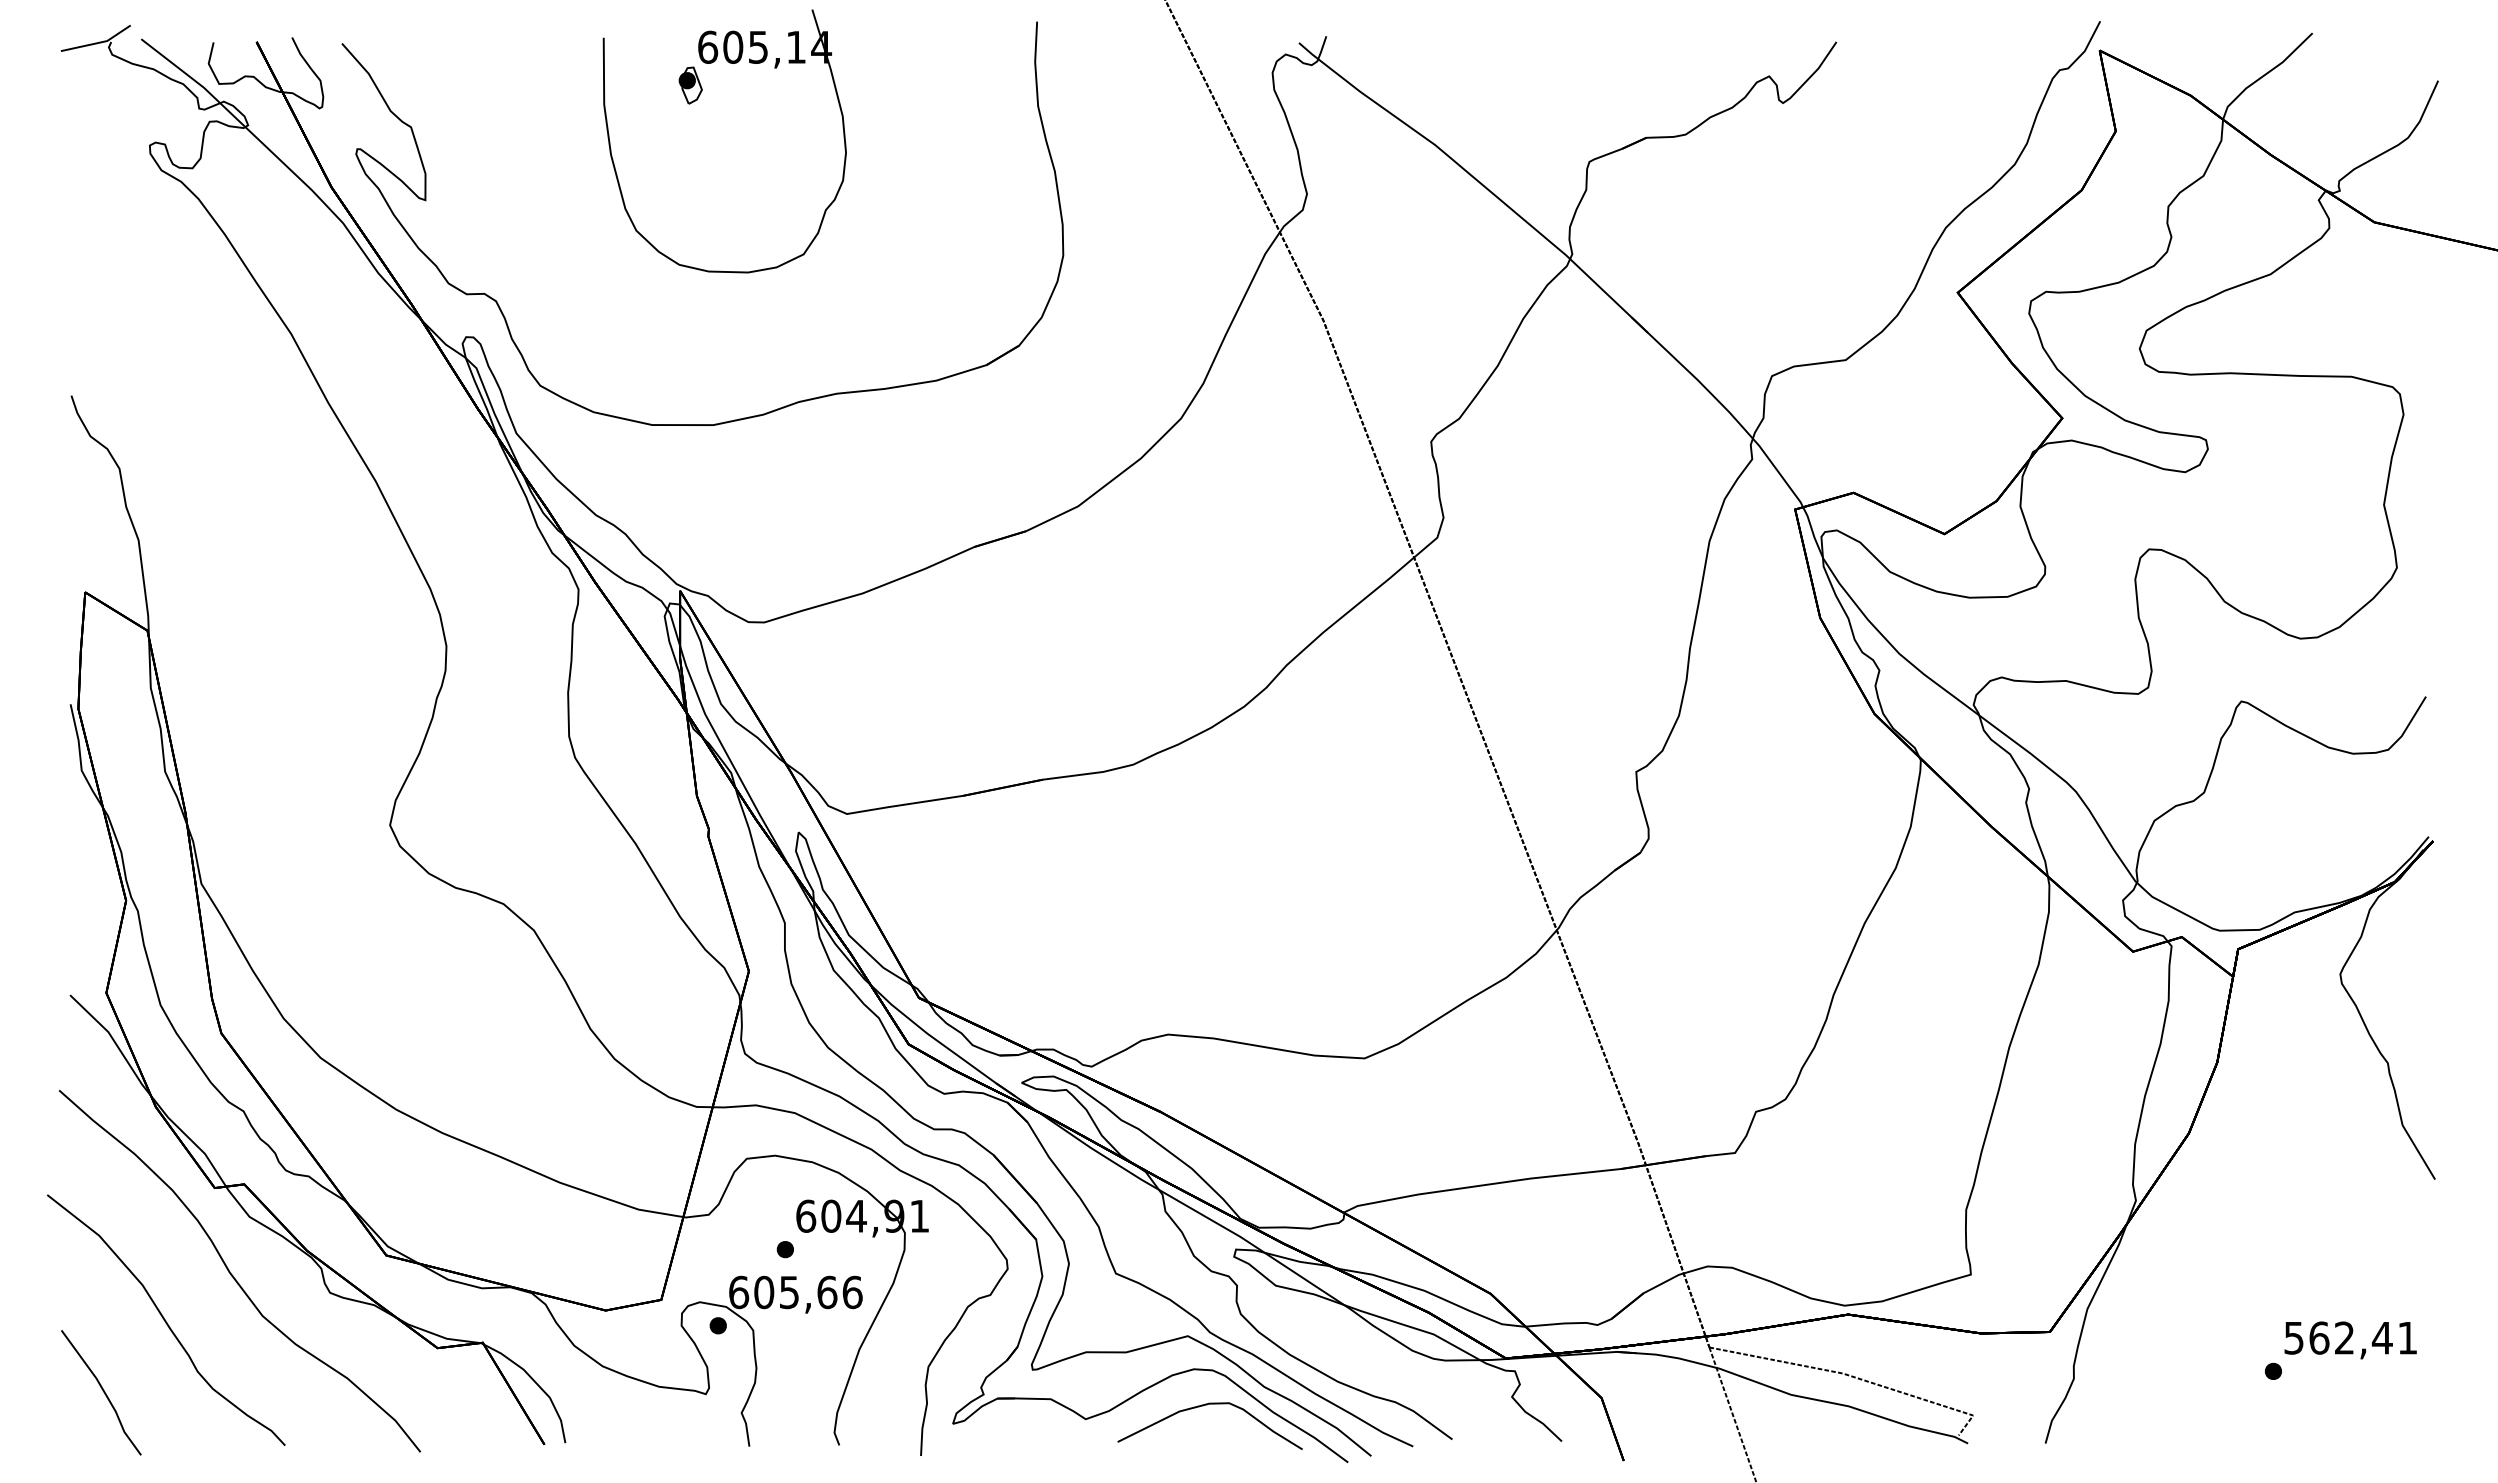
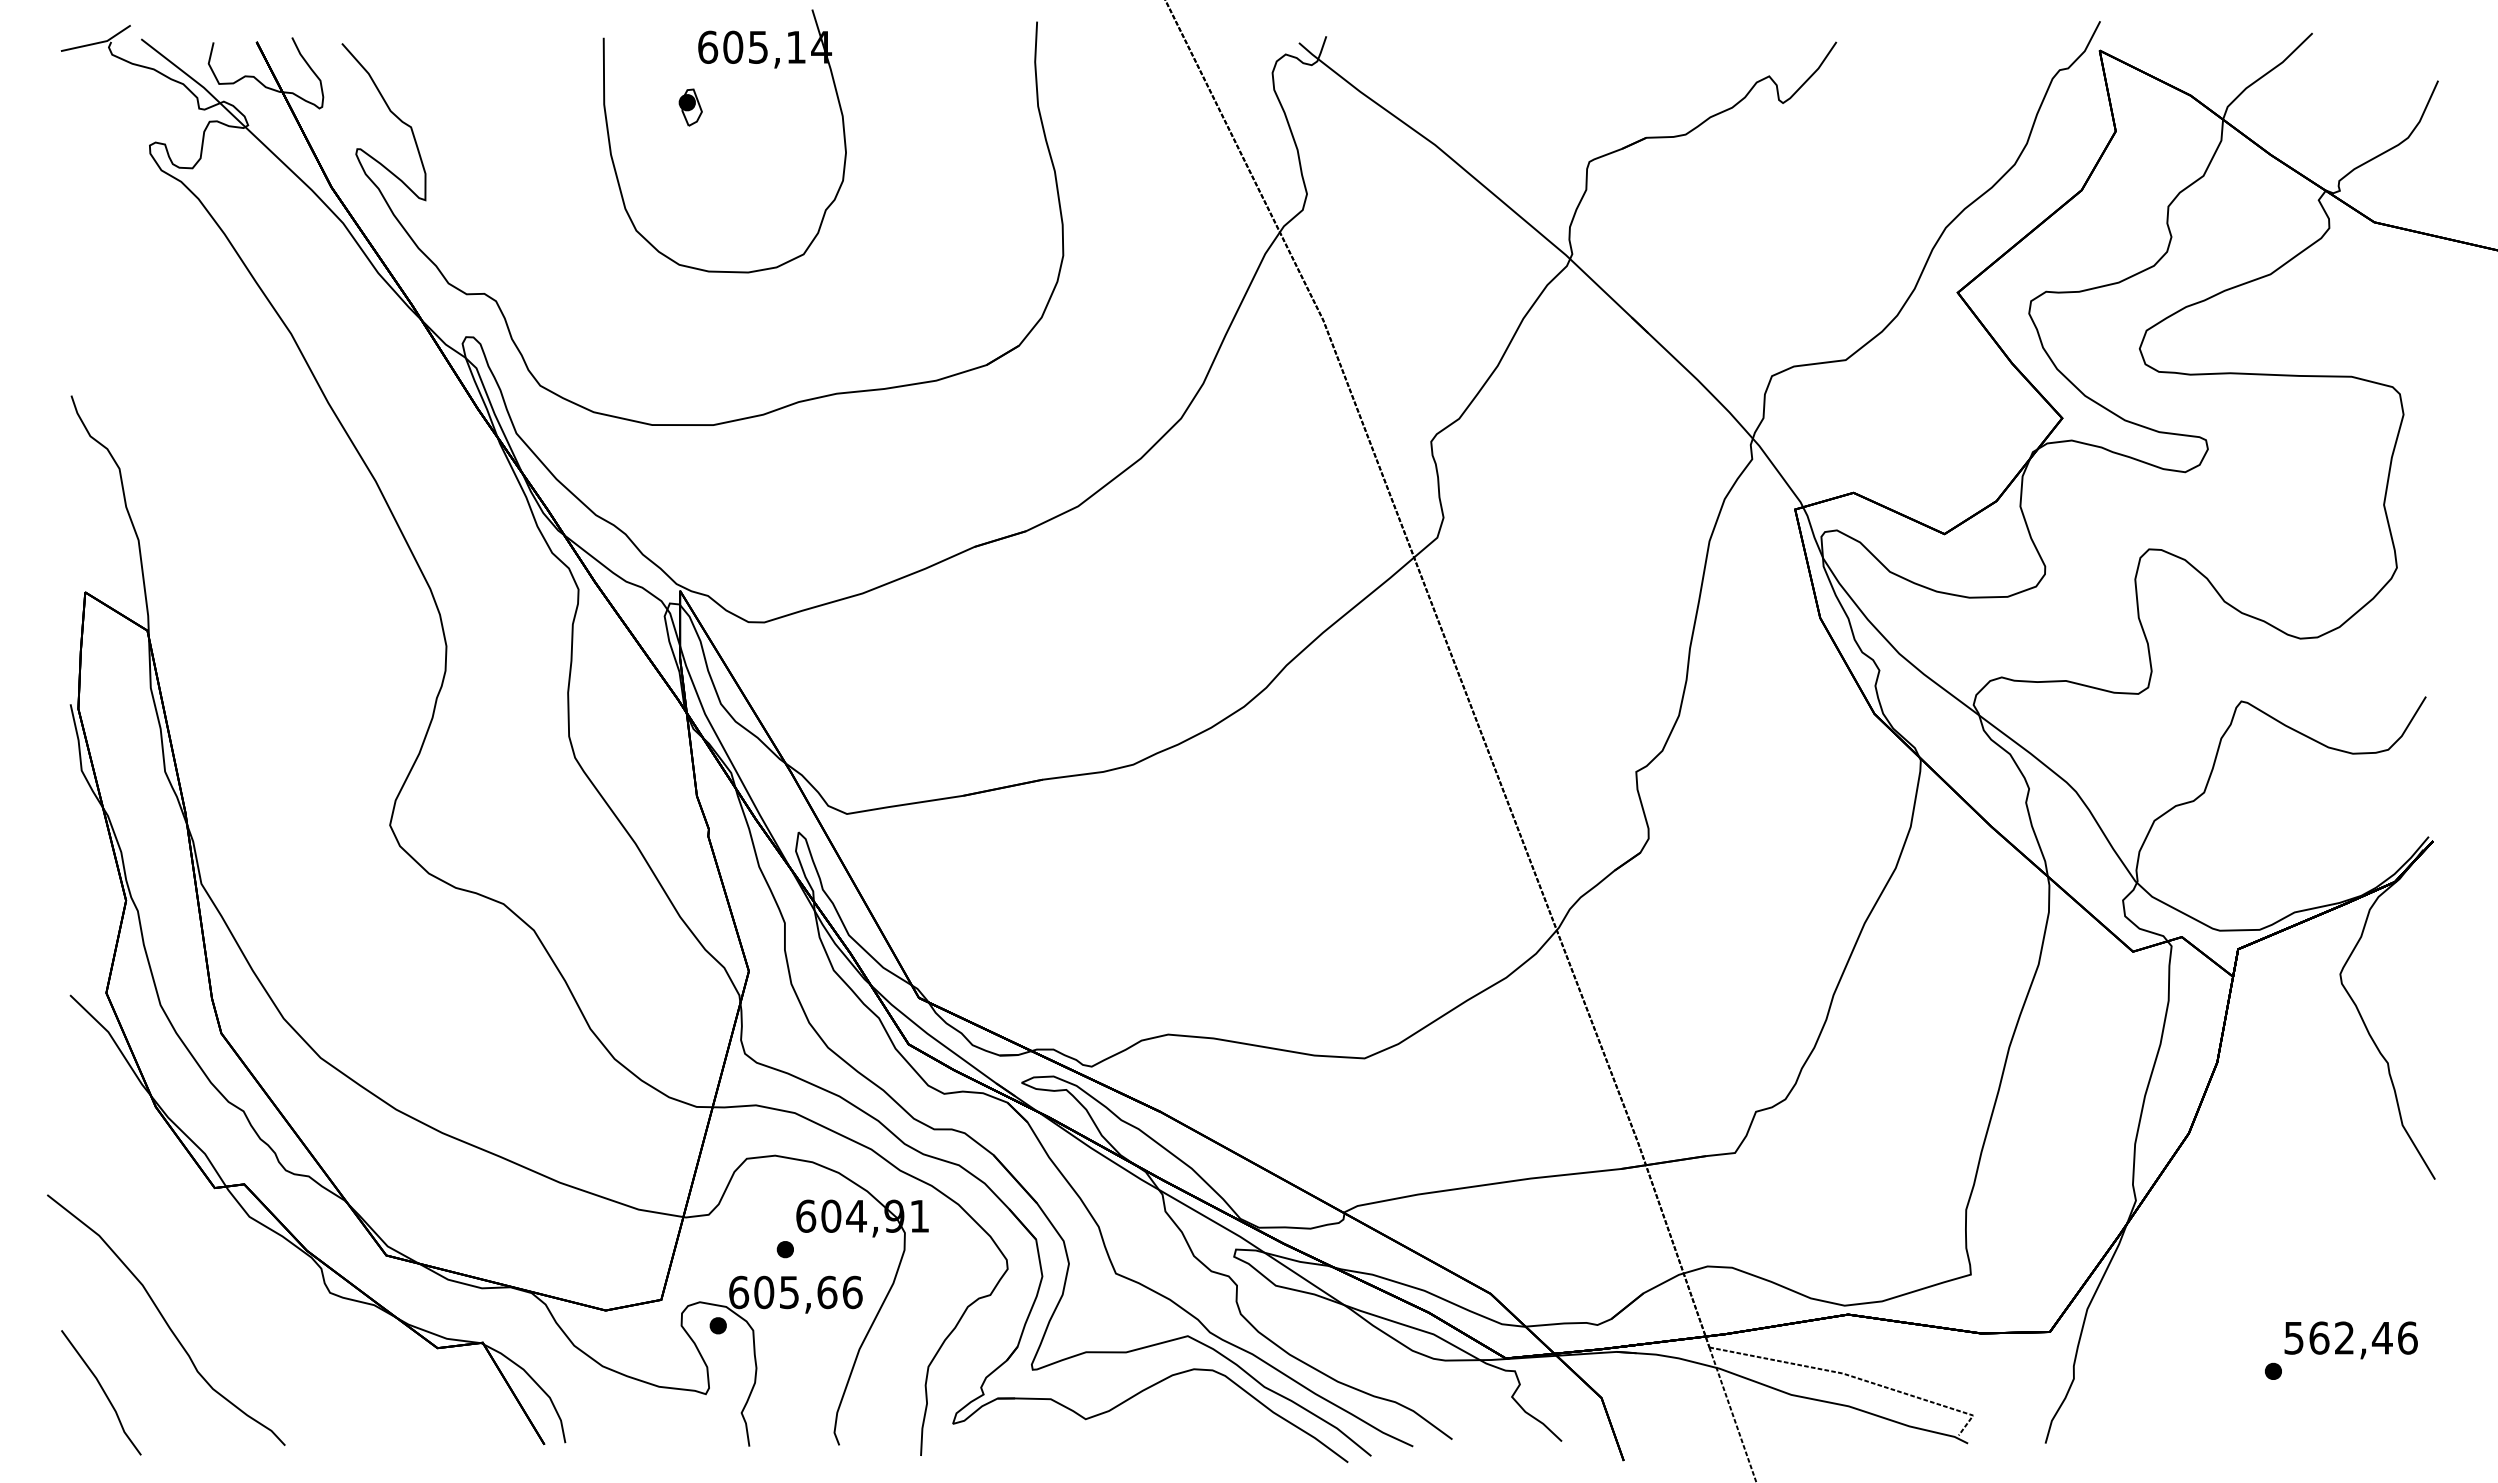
part at (690, 85) position: (690, 85) -> (690, 107)
part at (233, 1275): present -> none
text at (2407, 1337): 562,41 -> 562,46
curve at (1203, 1406): present -> none
